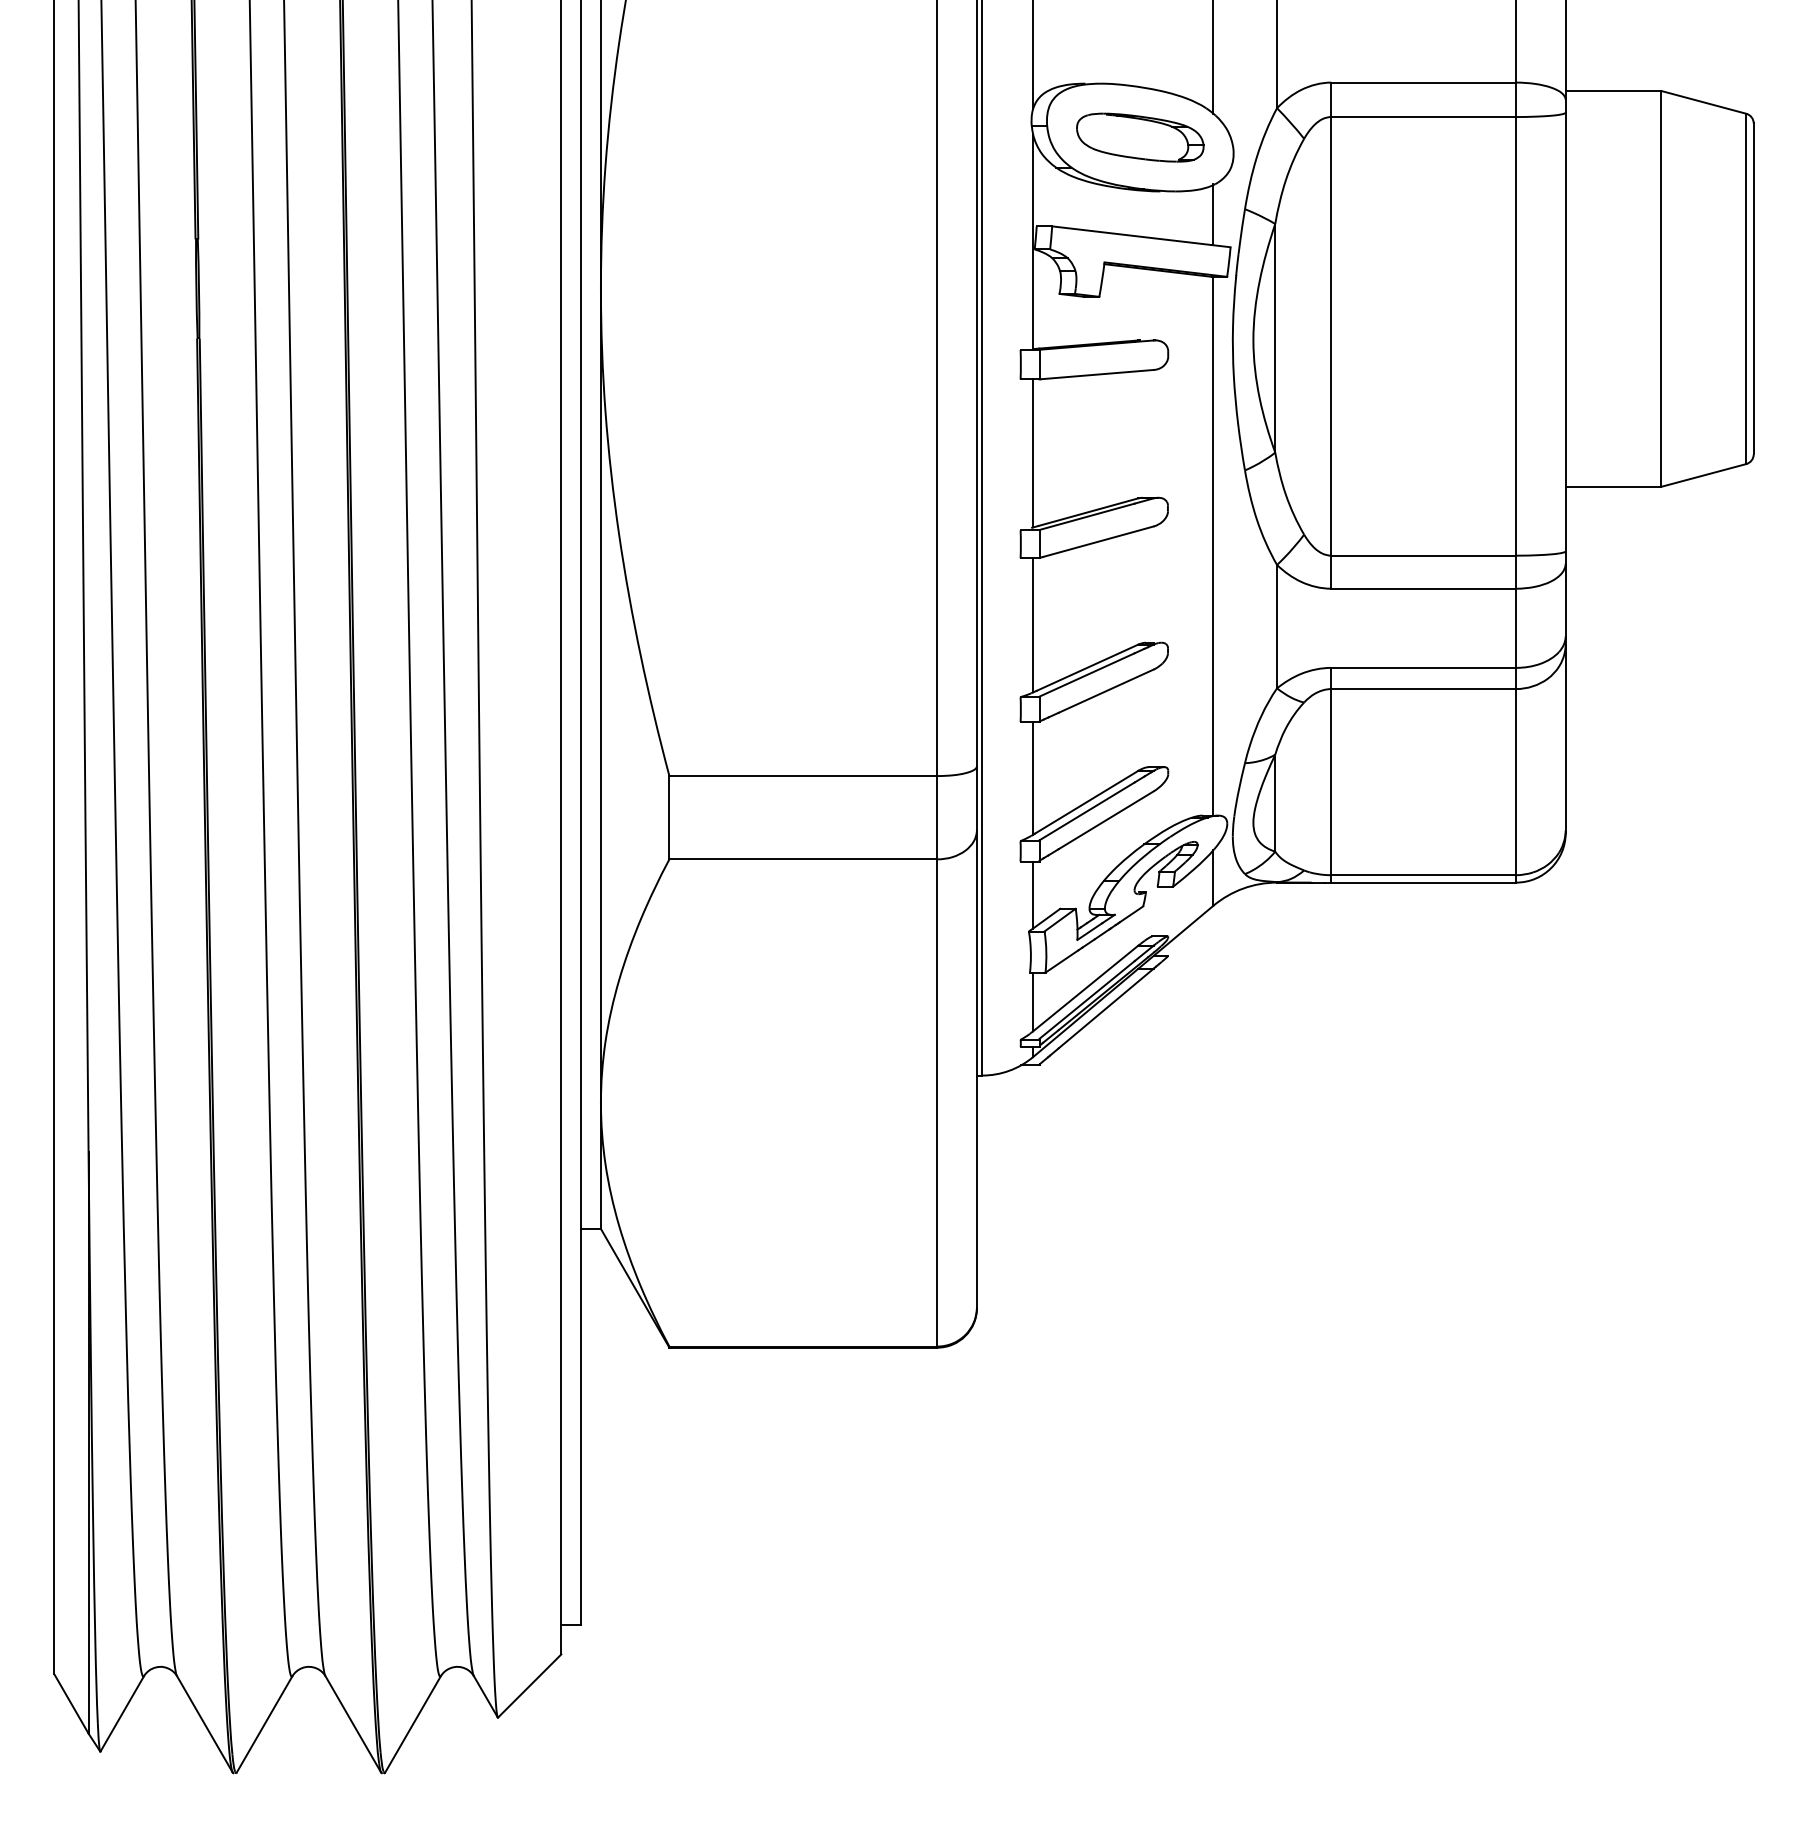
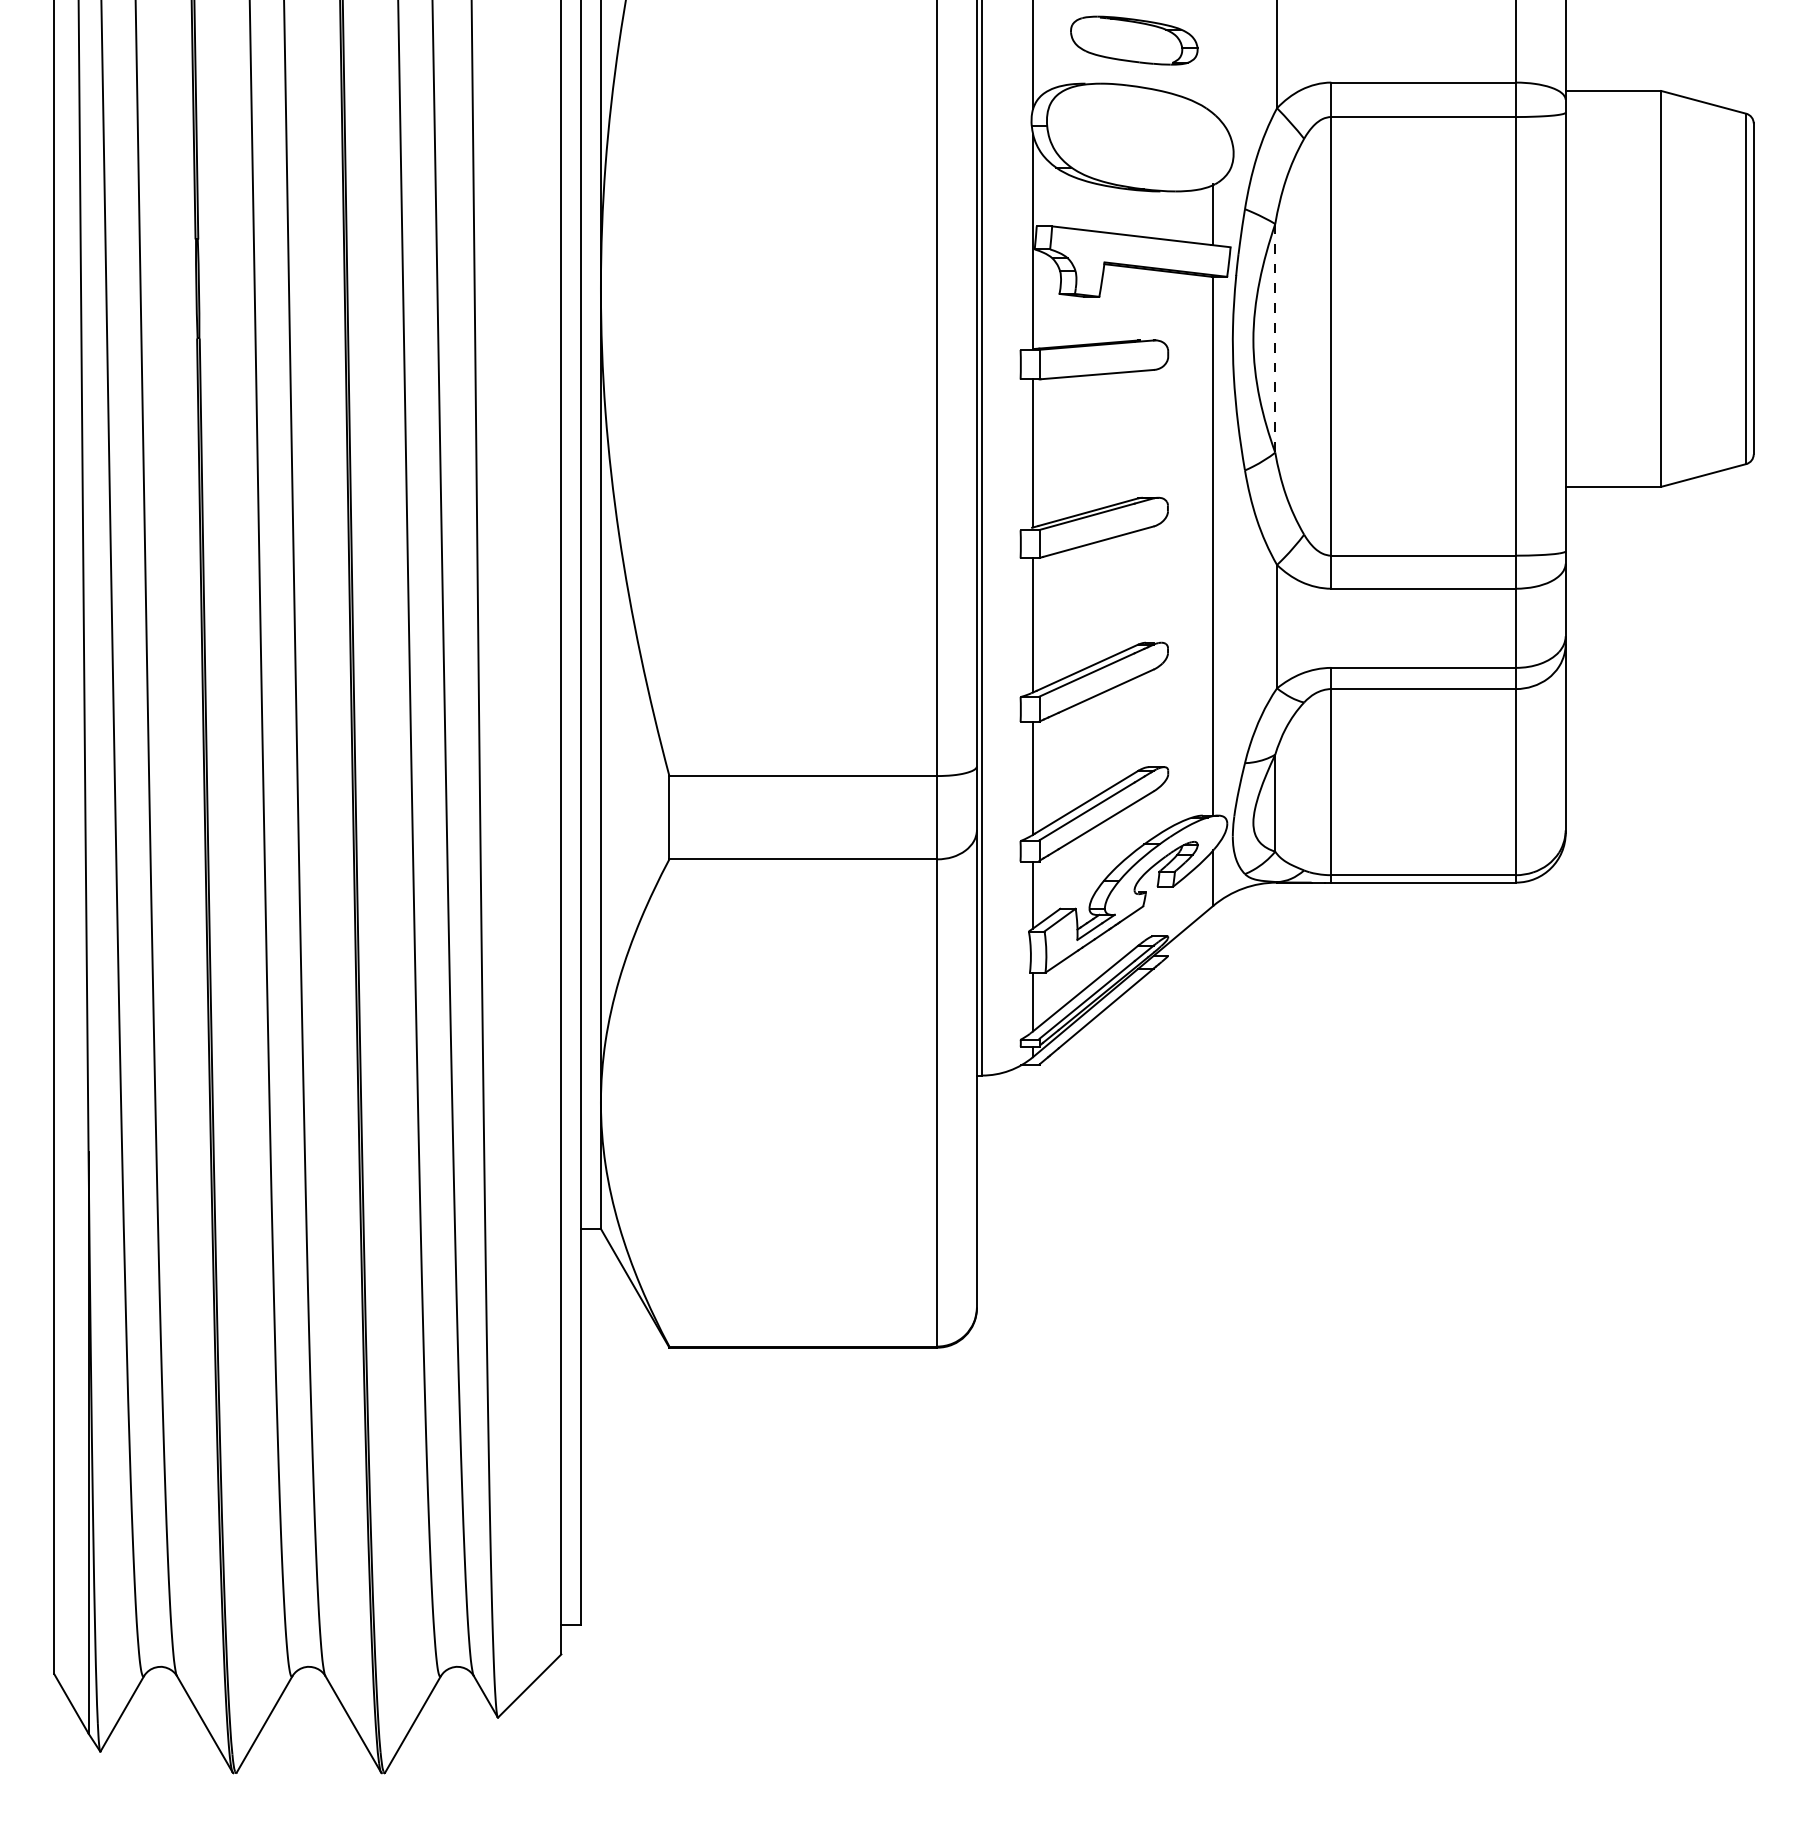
line at (1213, 57): present -> none
part at (1140, 137) position: (1140, 137) -> (1134, 40)
line at (1275, 338): solid -> dashed
